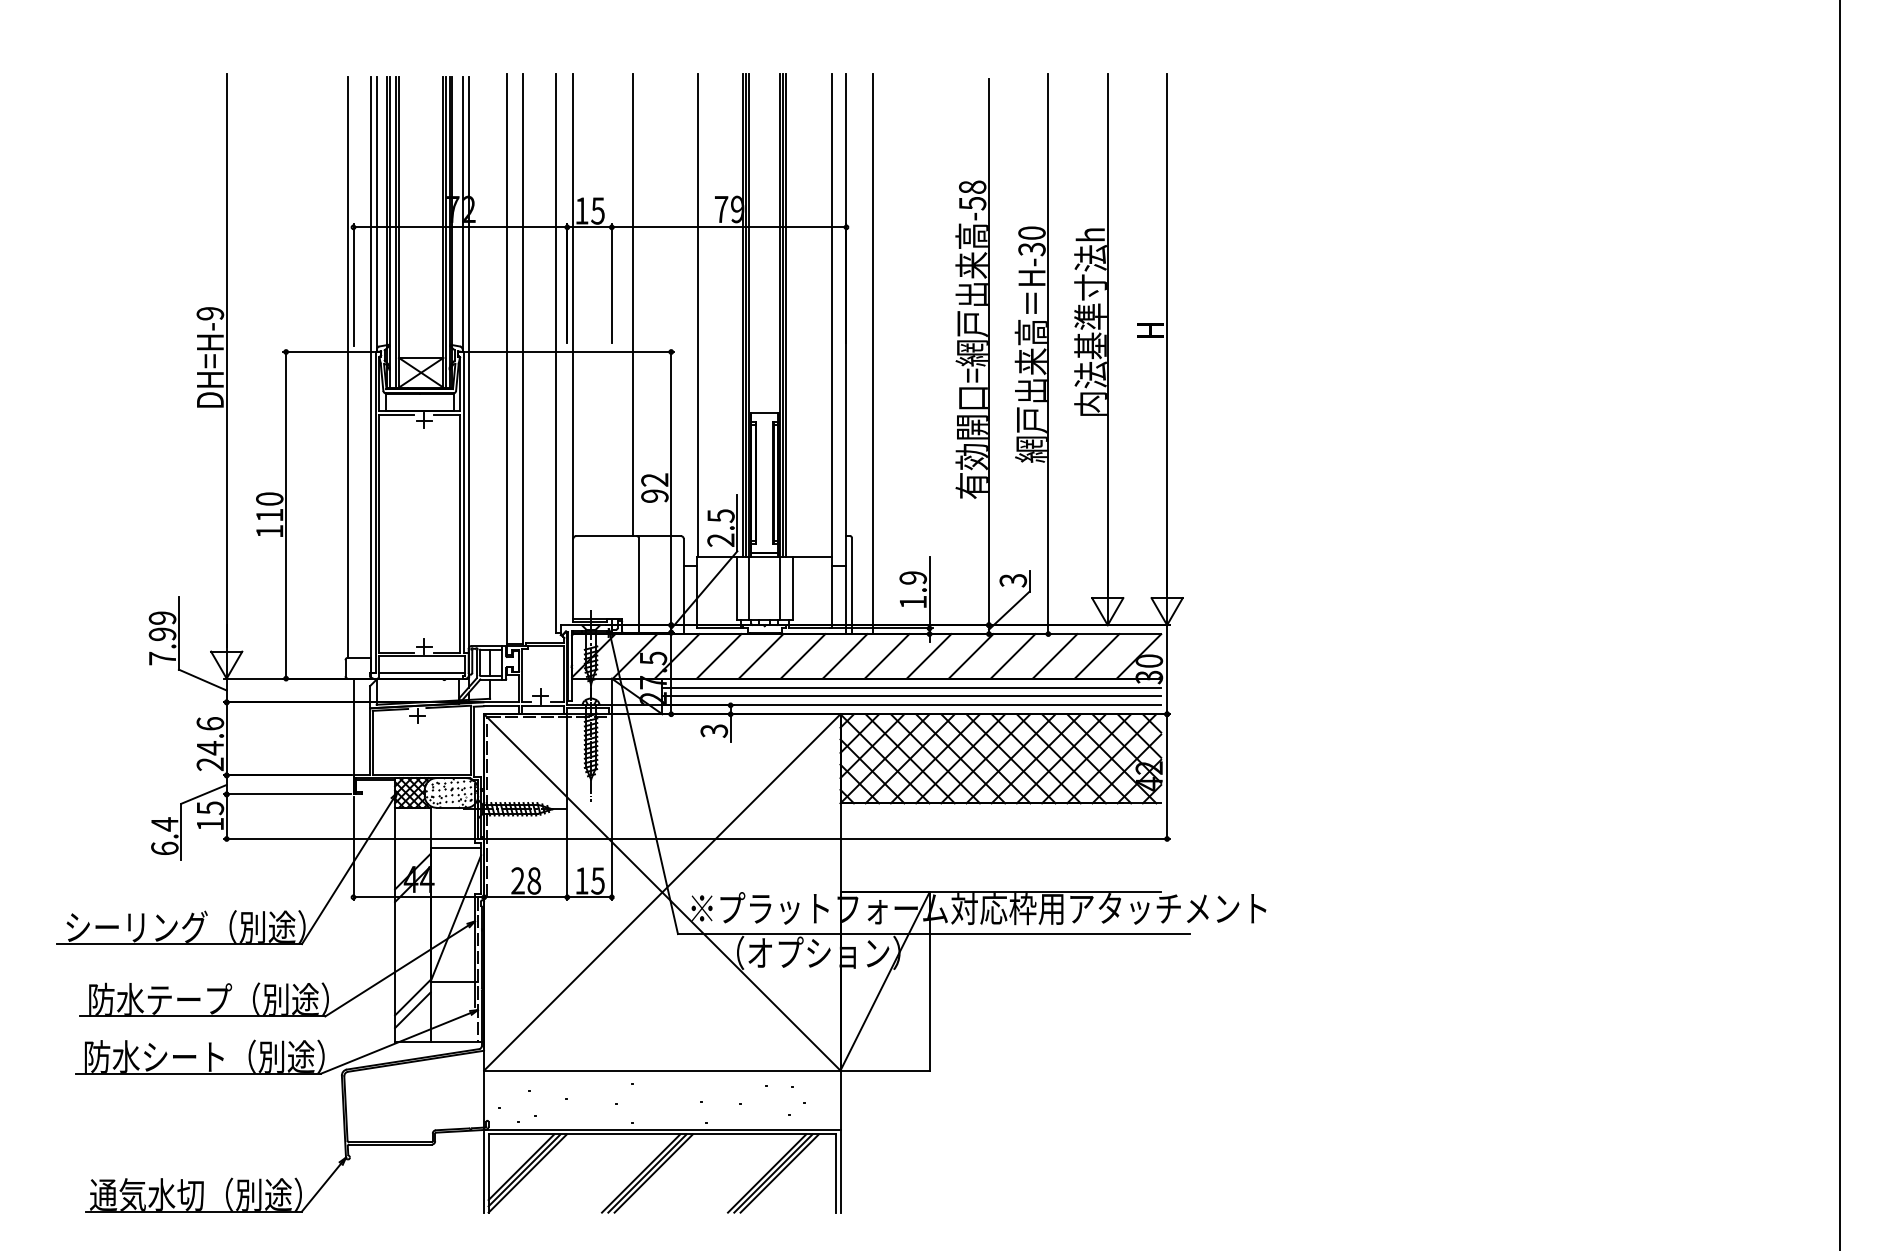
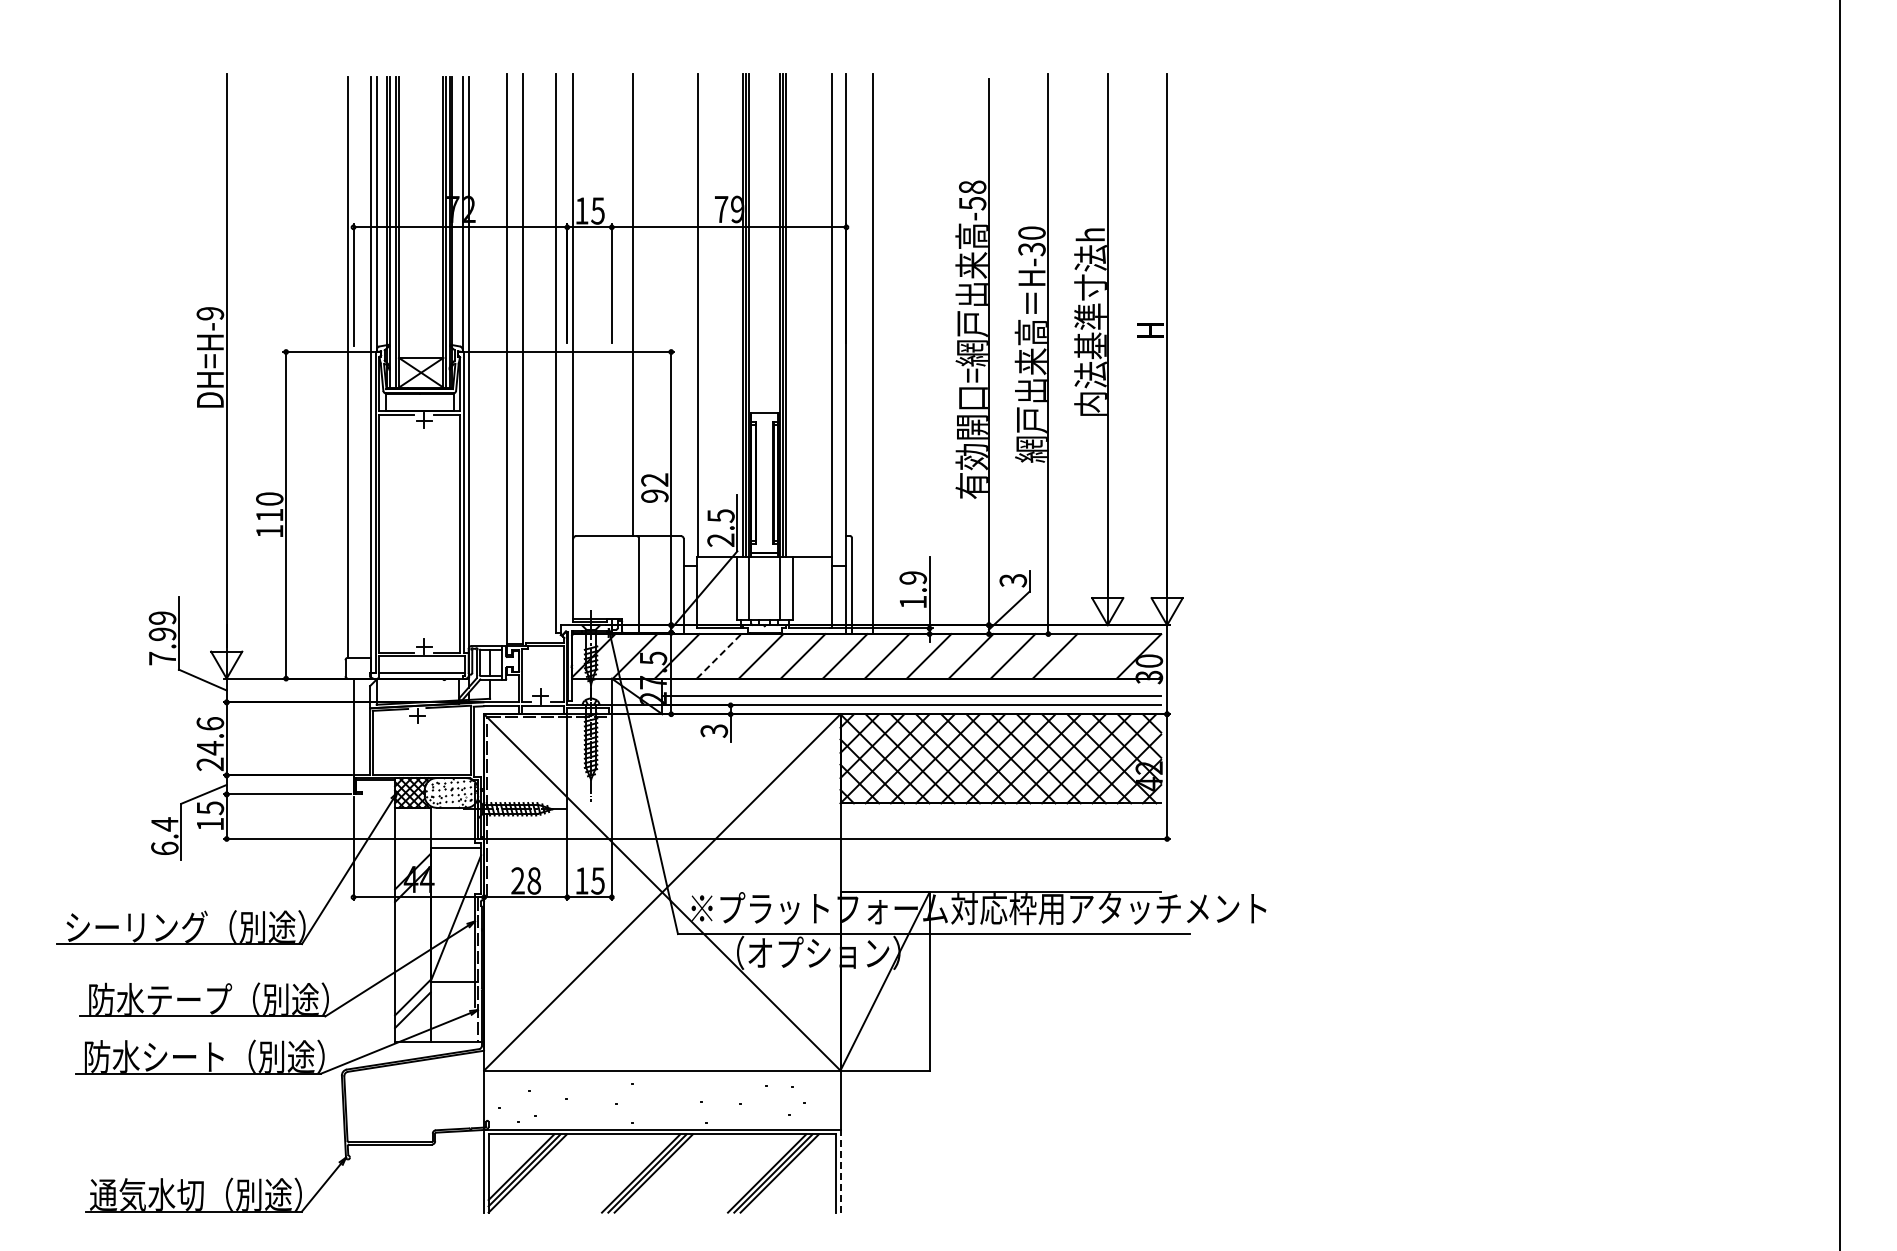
line at (719, 656): solid -> dashed
line at (1096, 656): present -> none
line at (911, 687): present -> none
line at (840, 1170): solid -> dashed
